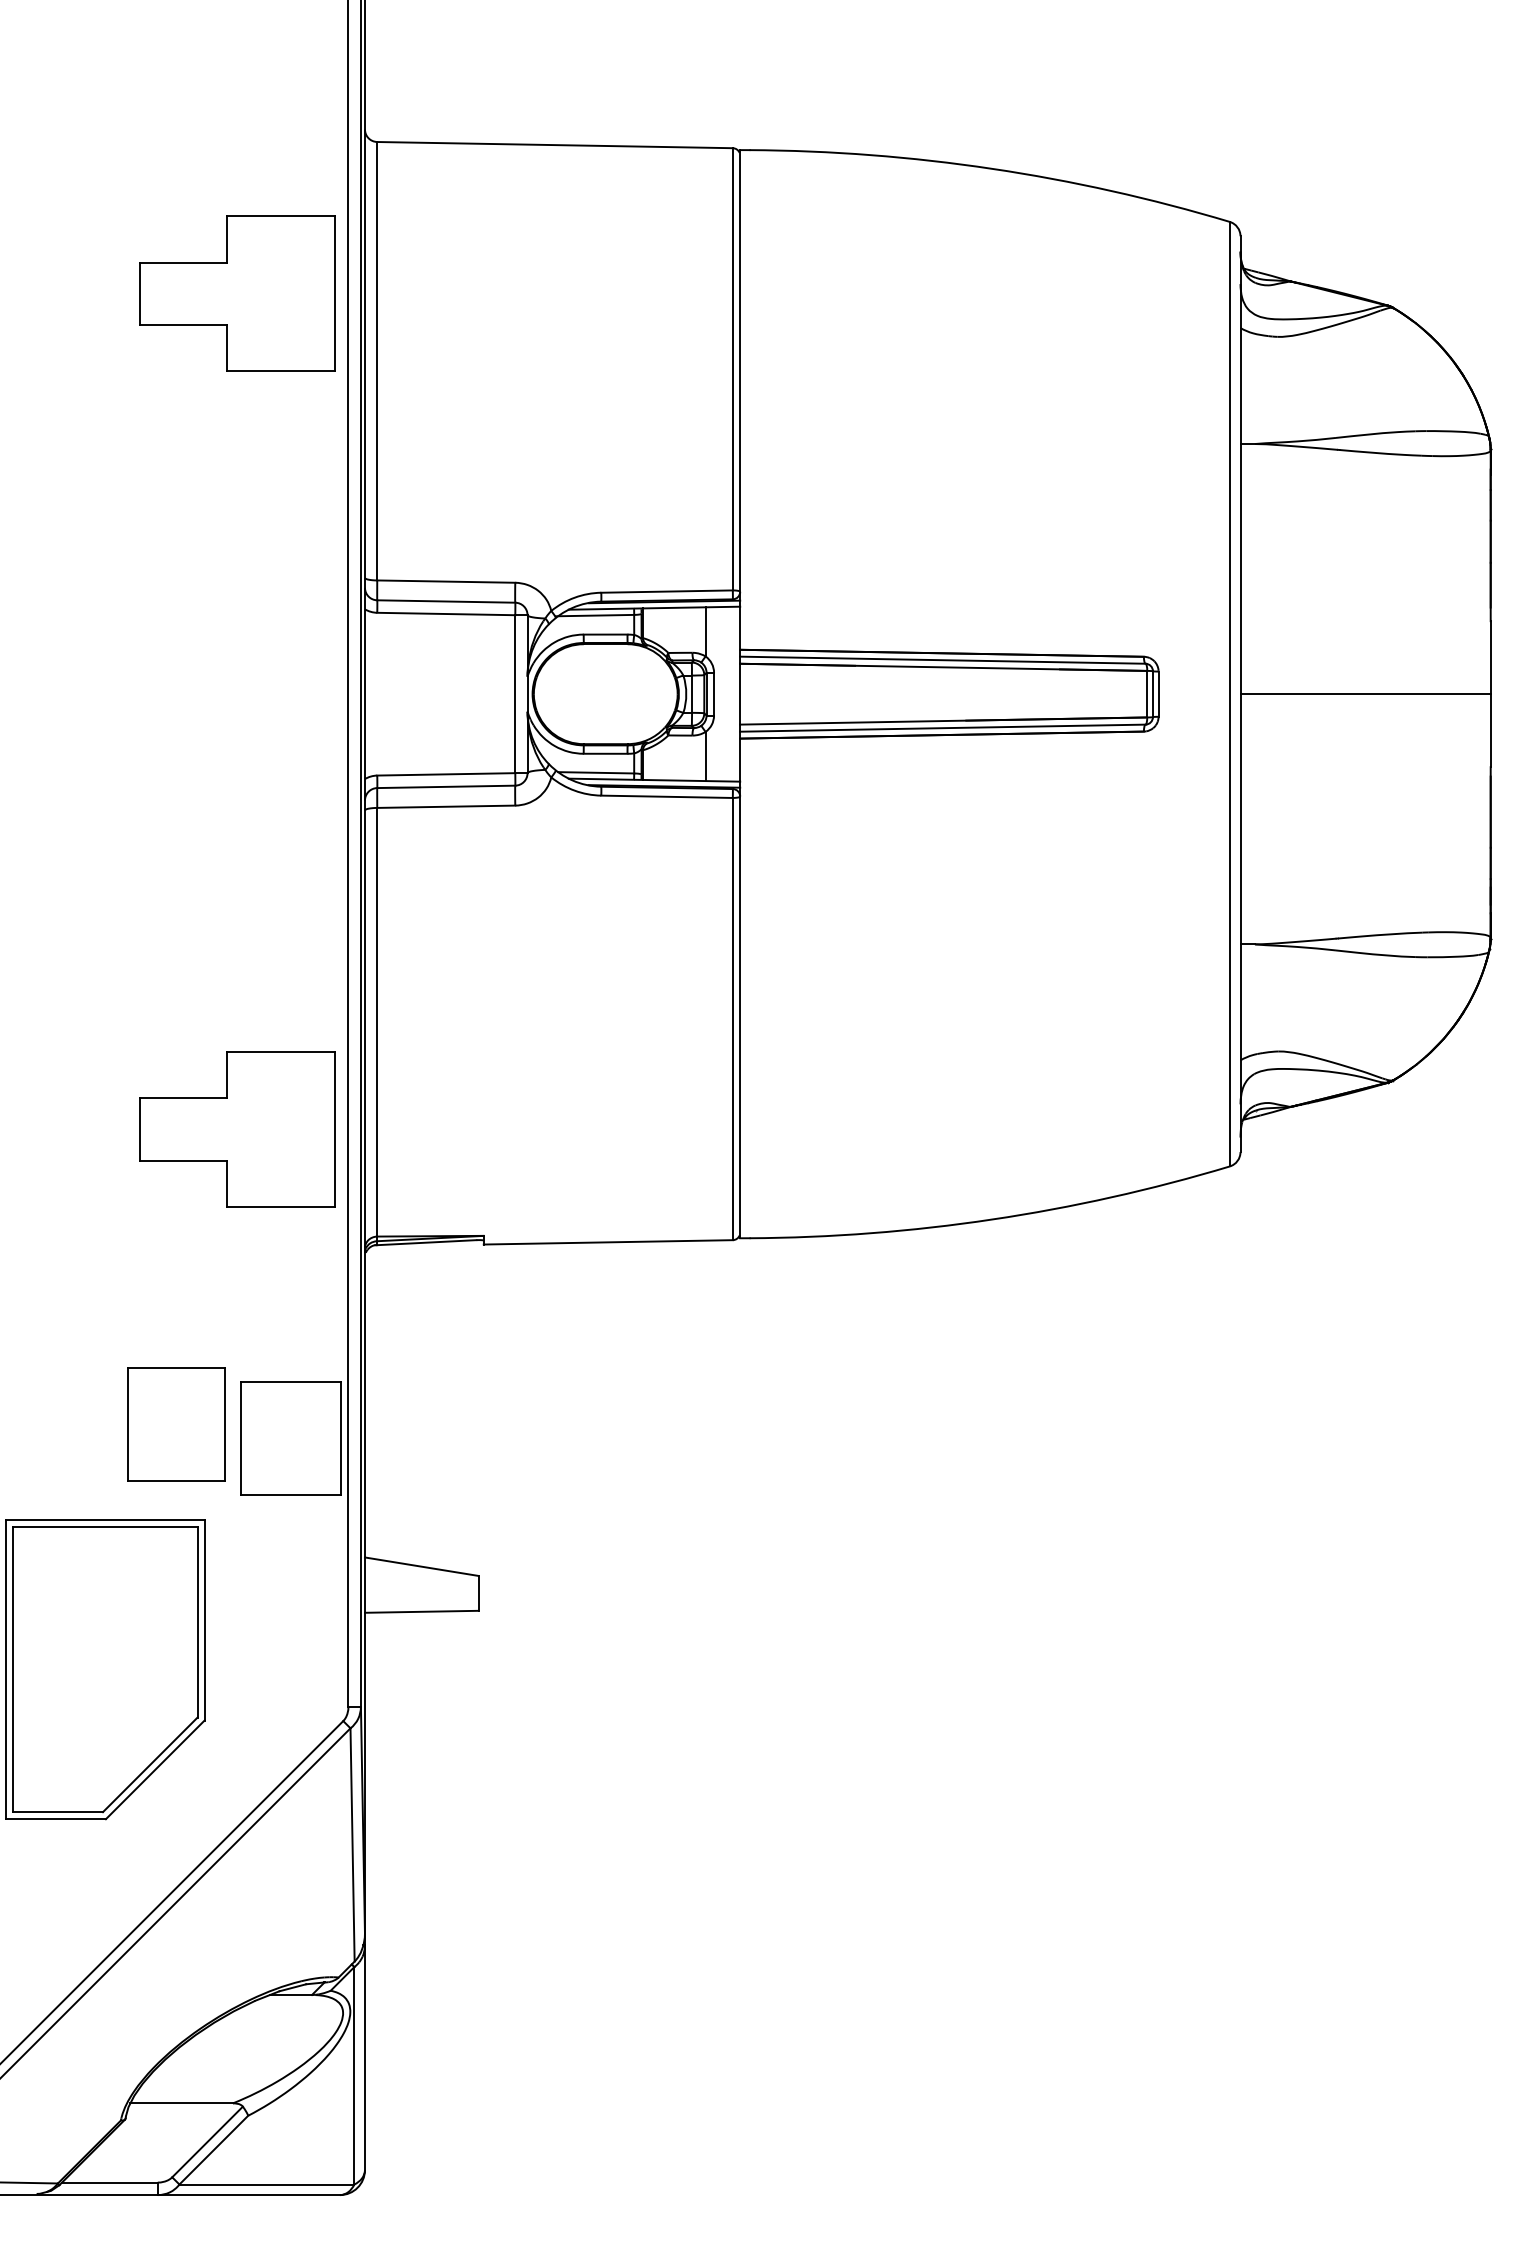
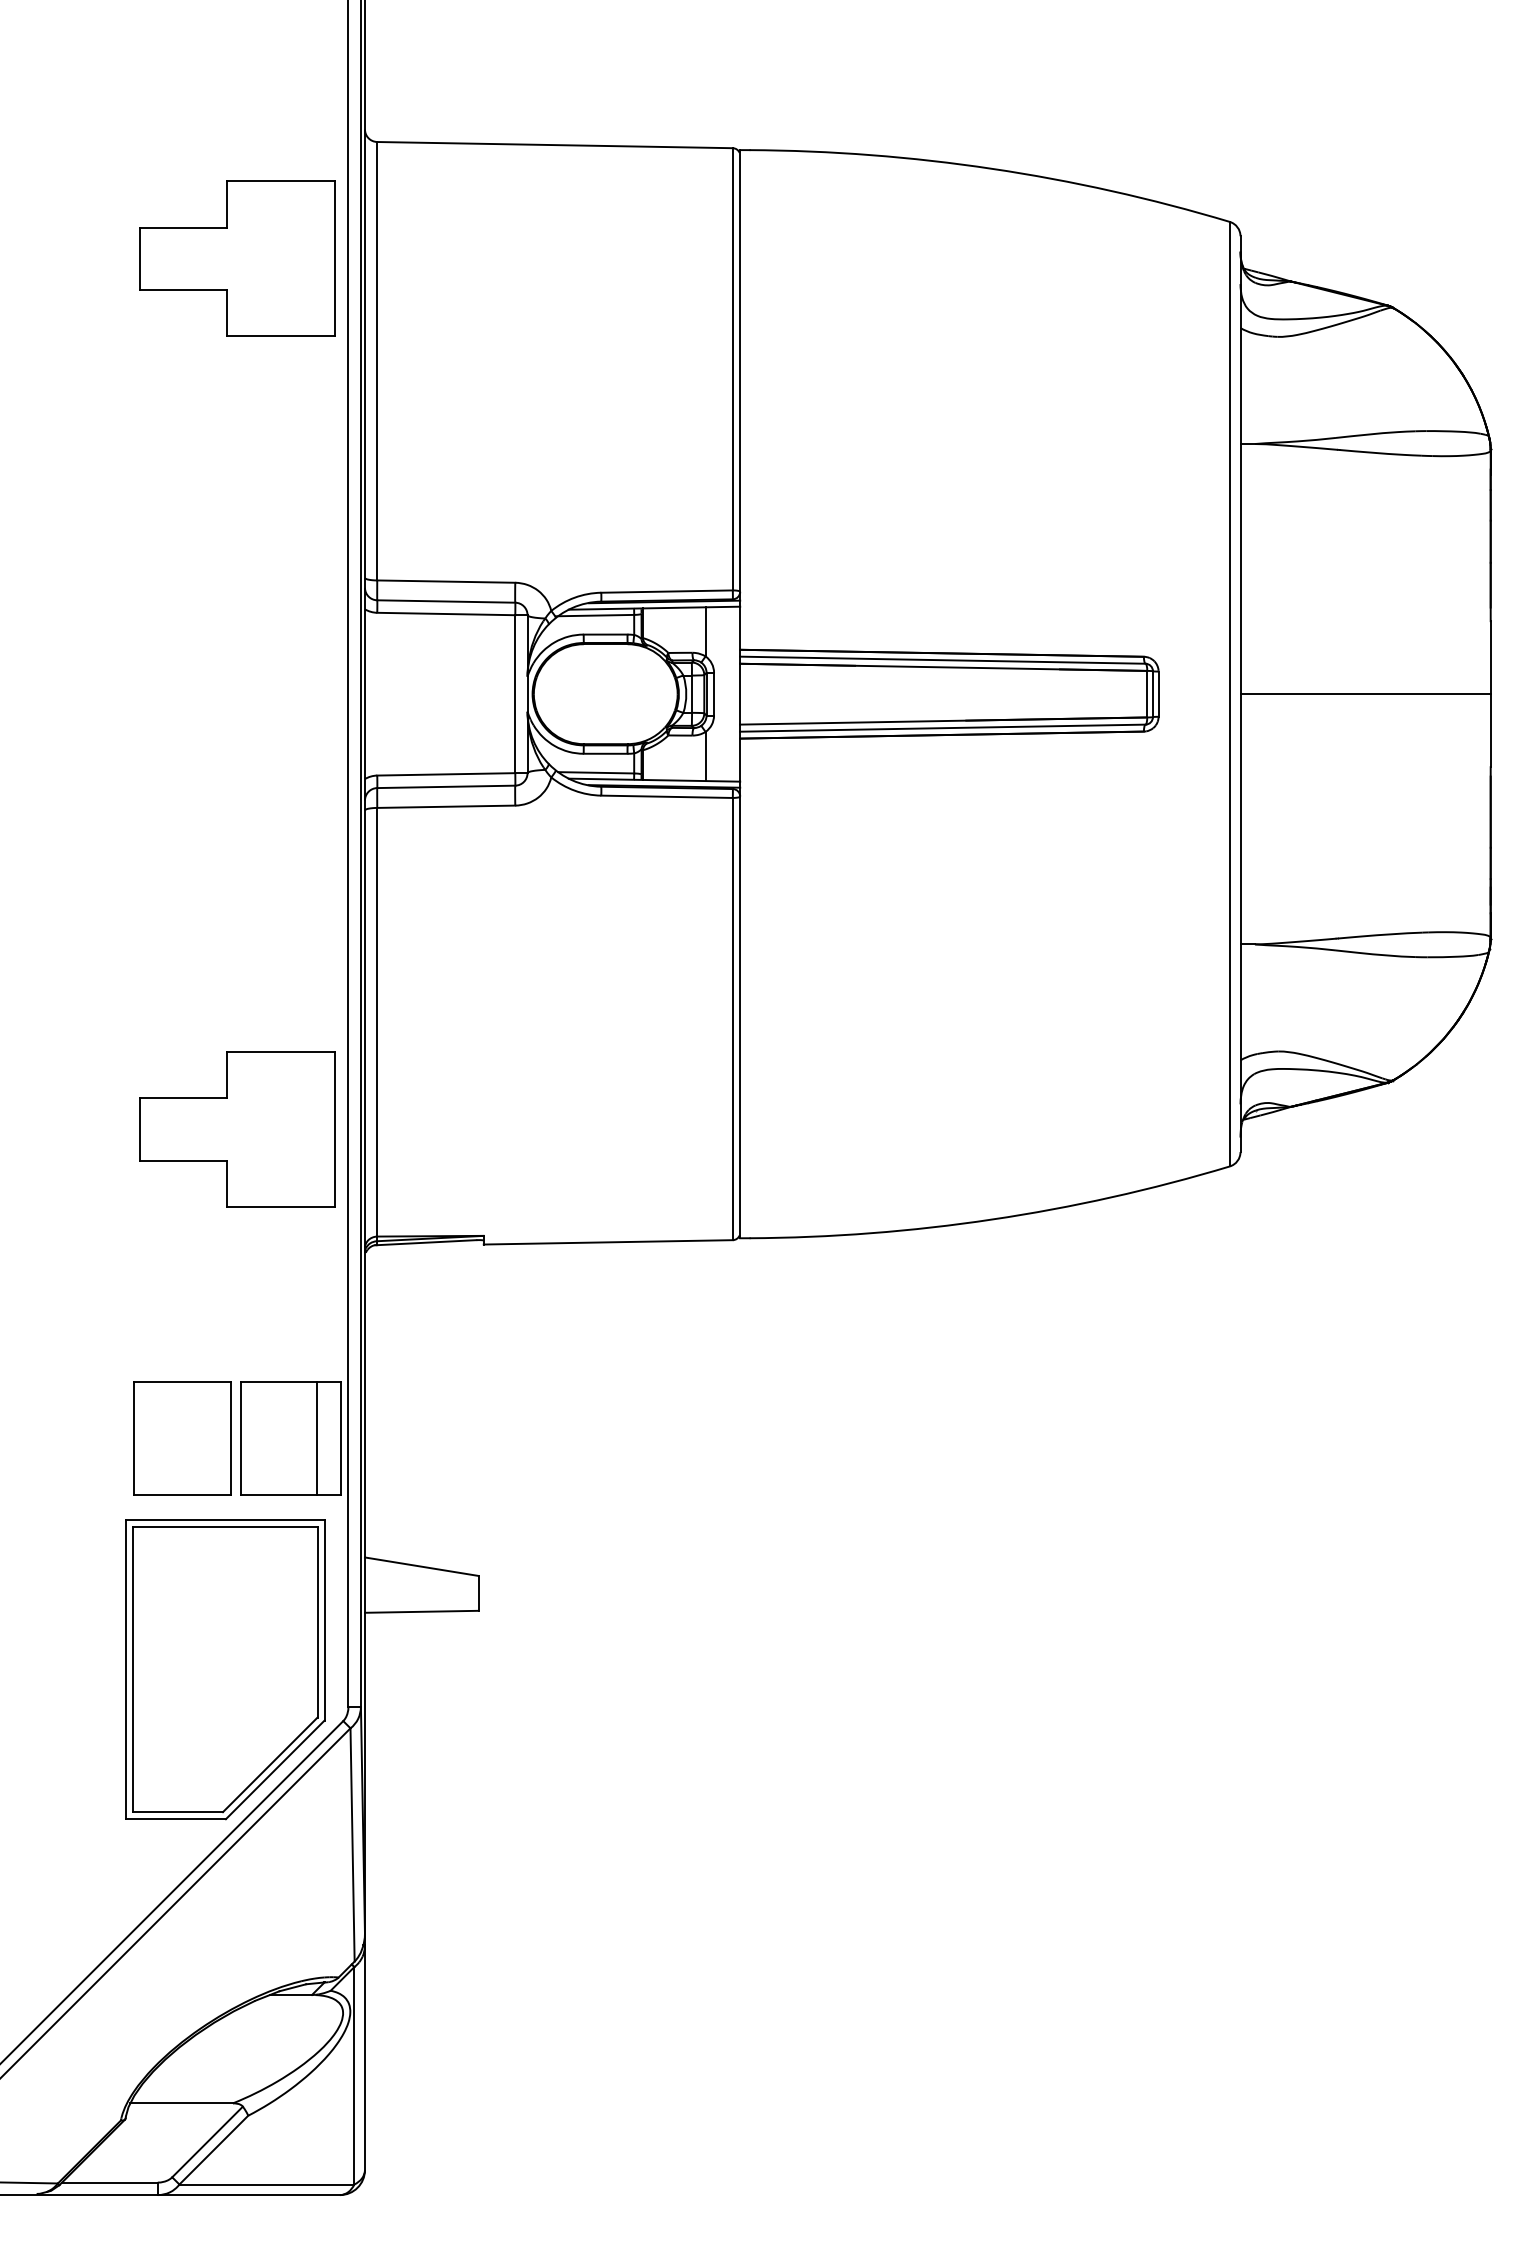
part at (237, 293) position: (237, 293) -> (237, 258)
part at (176, 1424) position: (176, 1424) -> (182, 1438)
line at (316, 1438): none -> present
part at (105, 1669) position: (105, 1669) -> (225, 1669)
